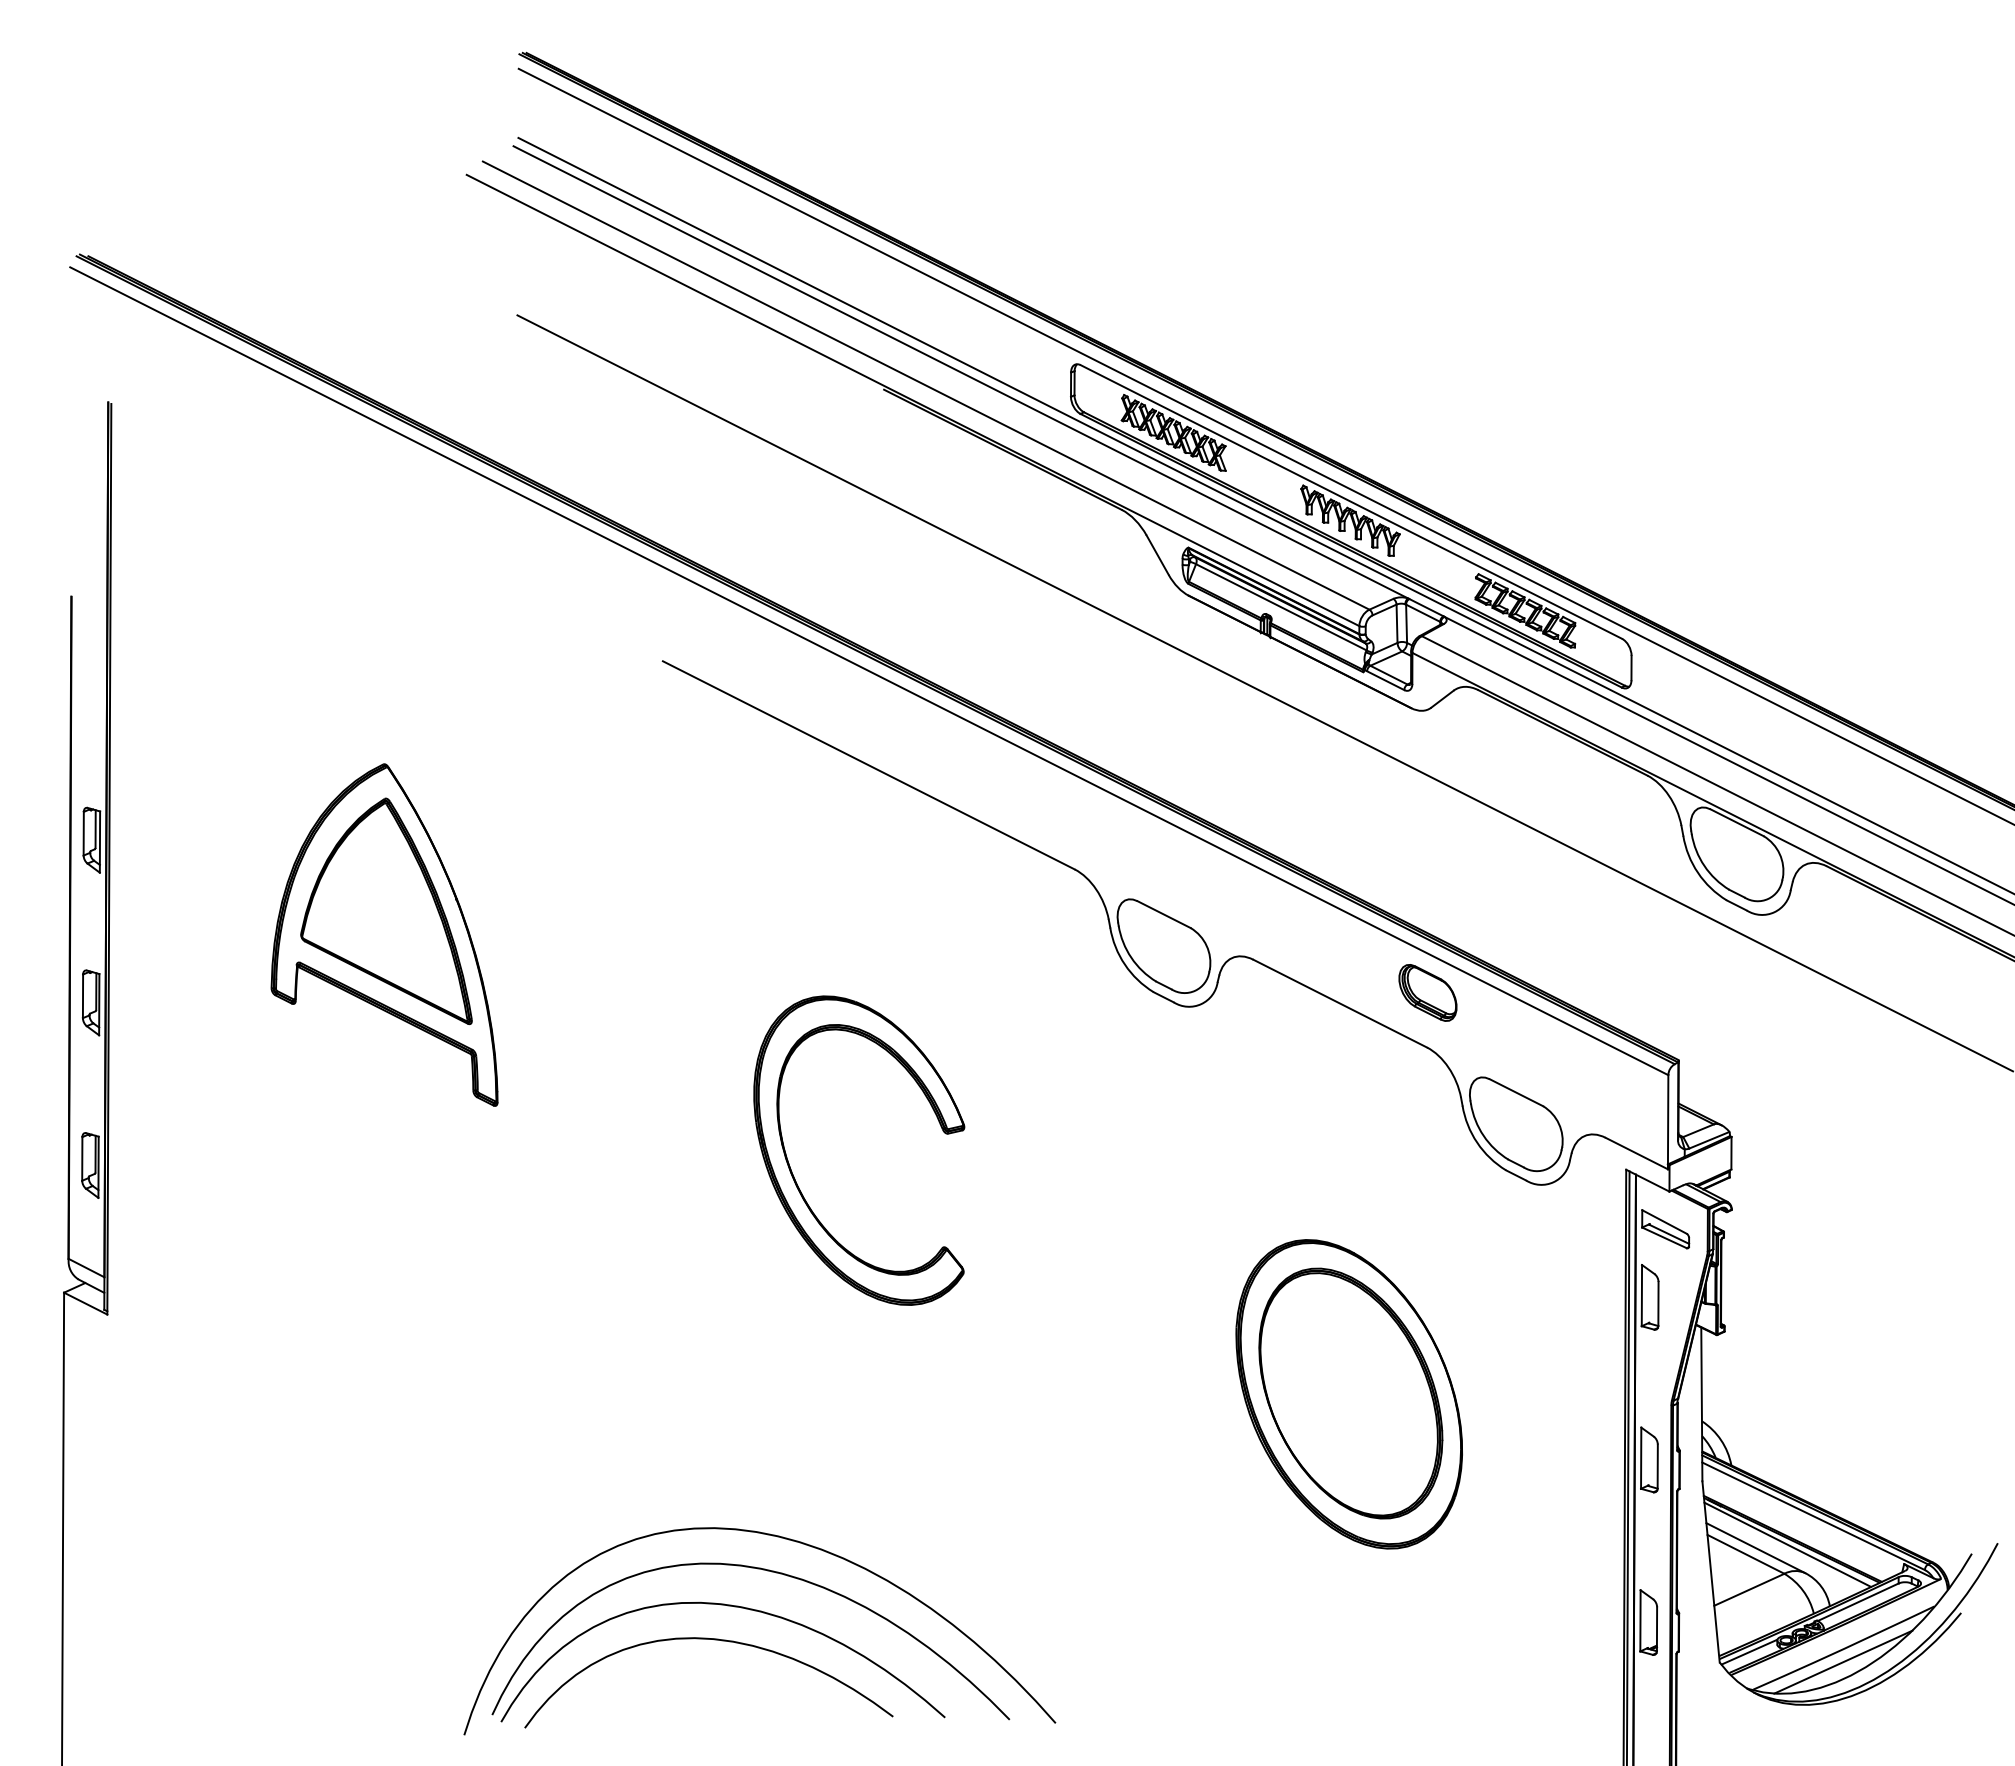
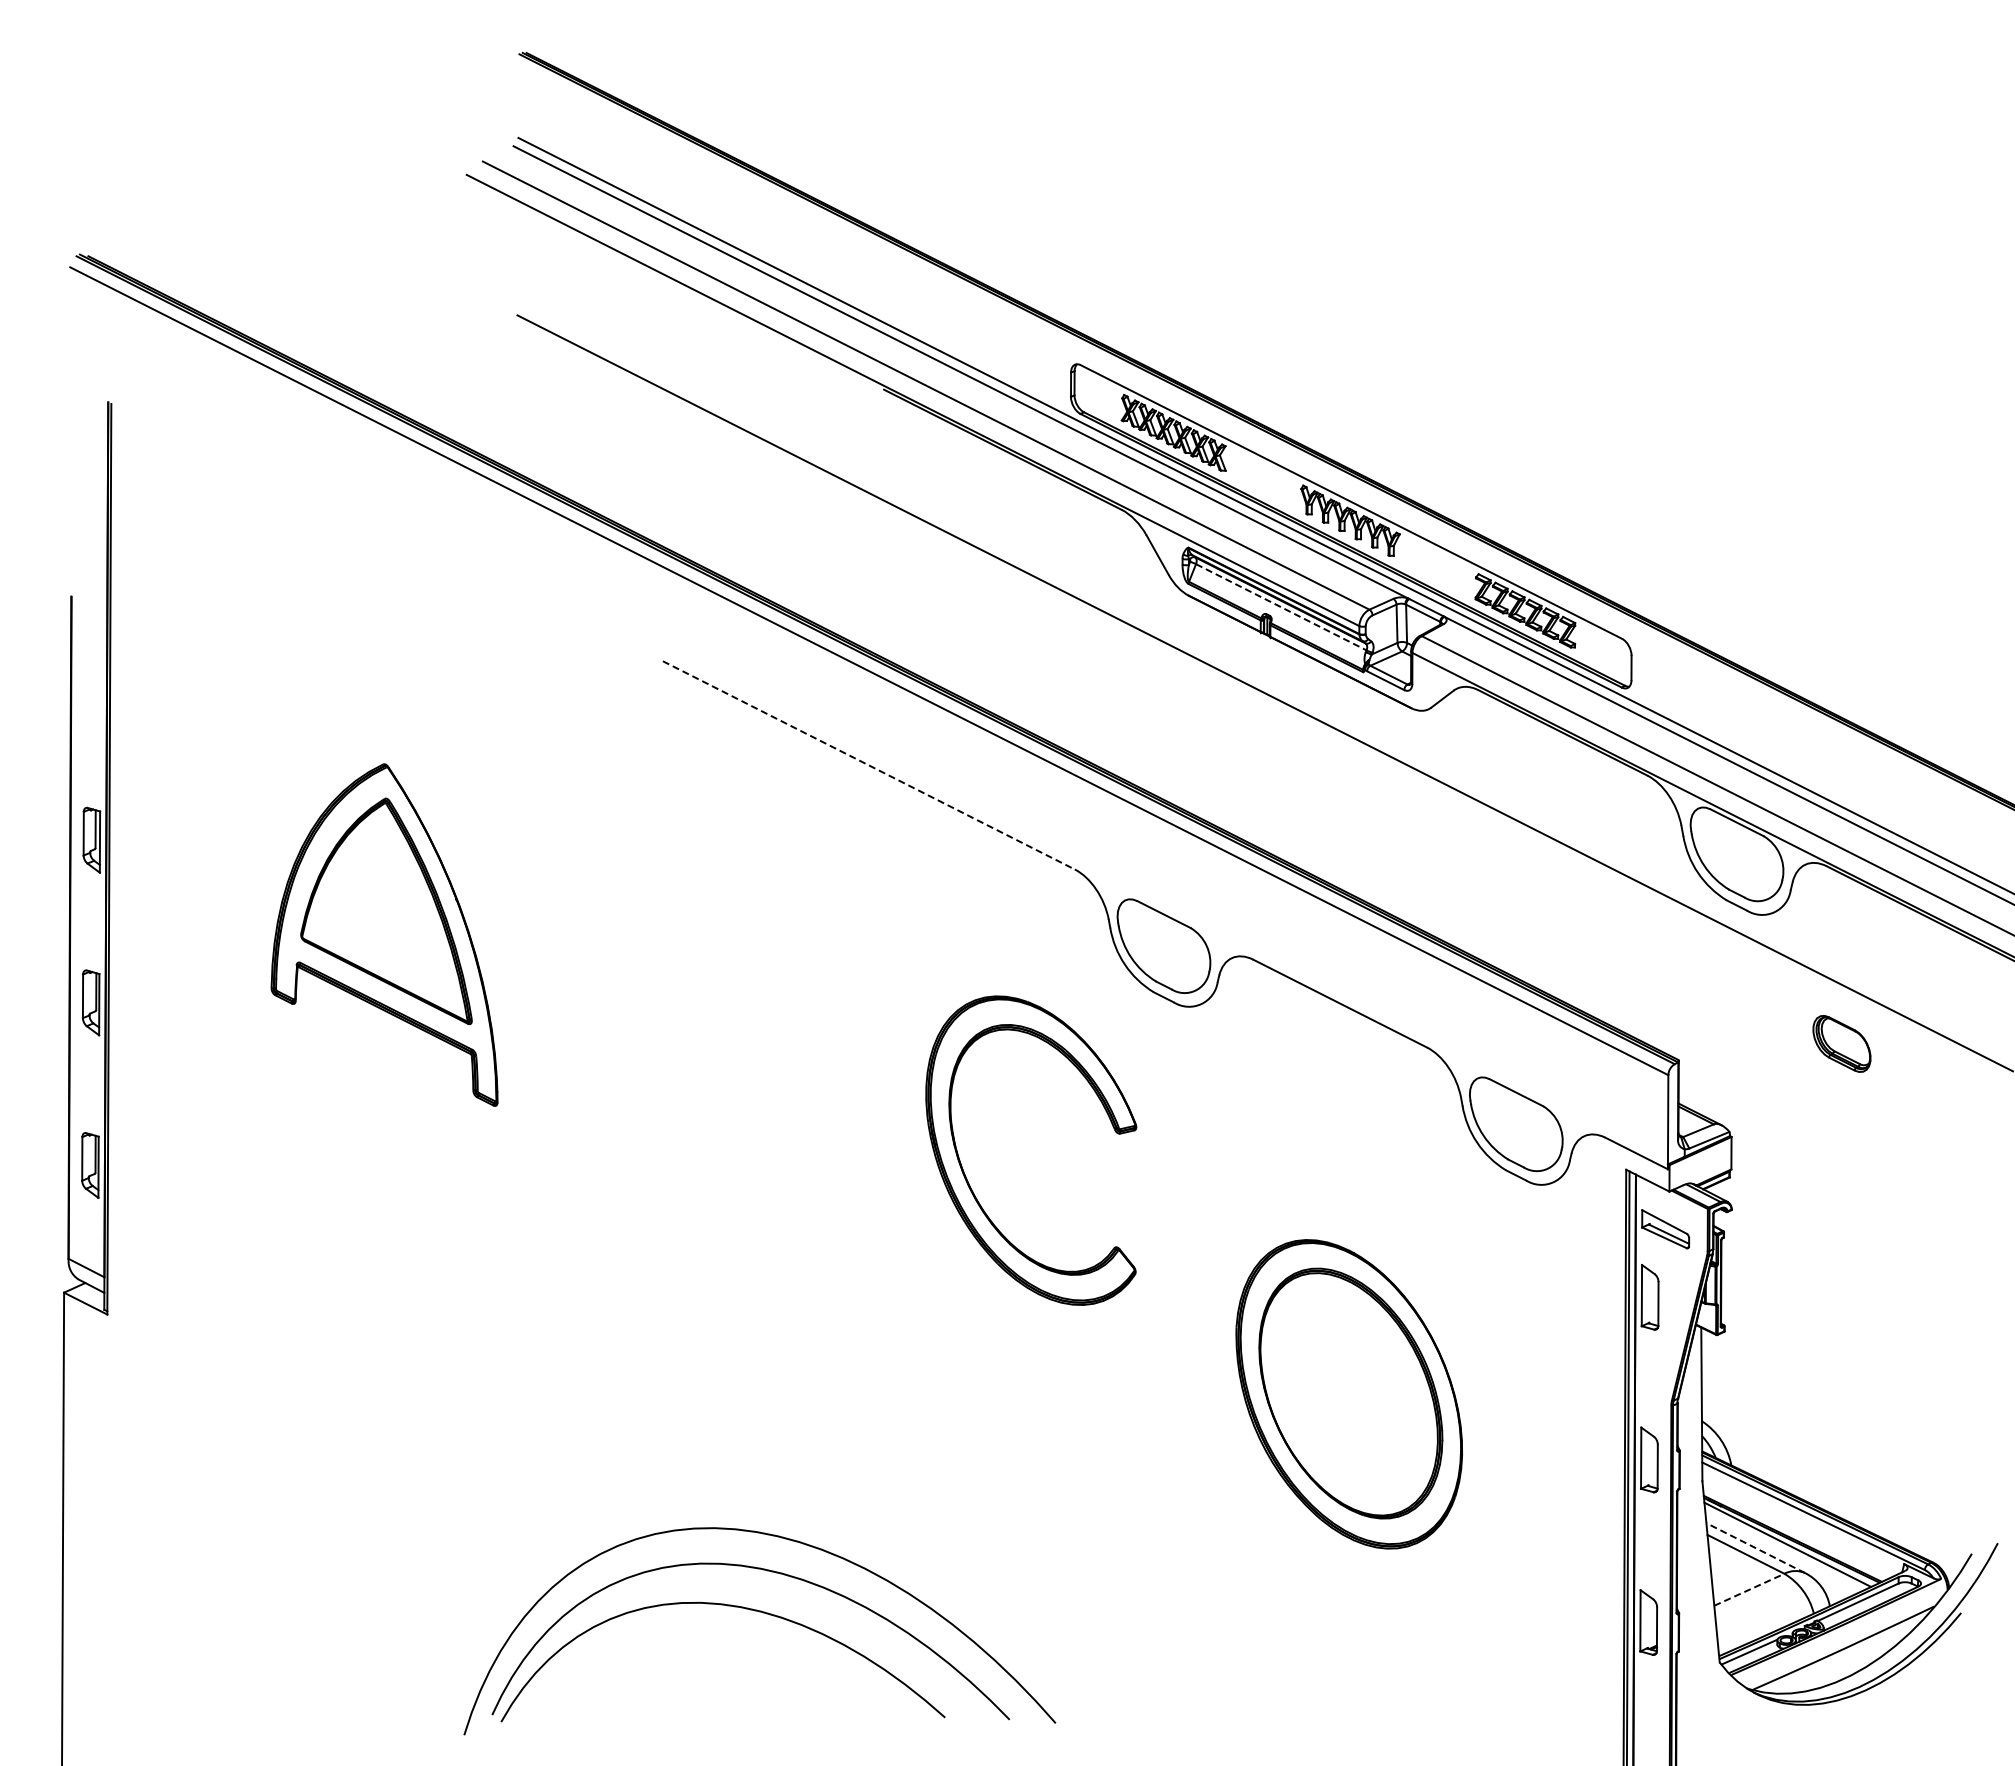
line at (1264, 445): present -> none
line at (1281, 607): solid -> dashed
line at (868, 765): solid -> dashed
part at (1427, 992) position: (1427, 992) -> (1841, 1043)
part at (795, 1178) position: (795, 1178) -> (967, 1178)
line at (1755, 1547): solid -> dashed
line at (1749, 1589): solid -> dashed
curve at (714, 1640): present -> none
line at (1843, 1661): present -> none
